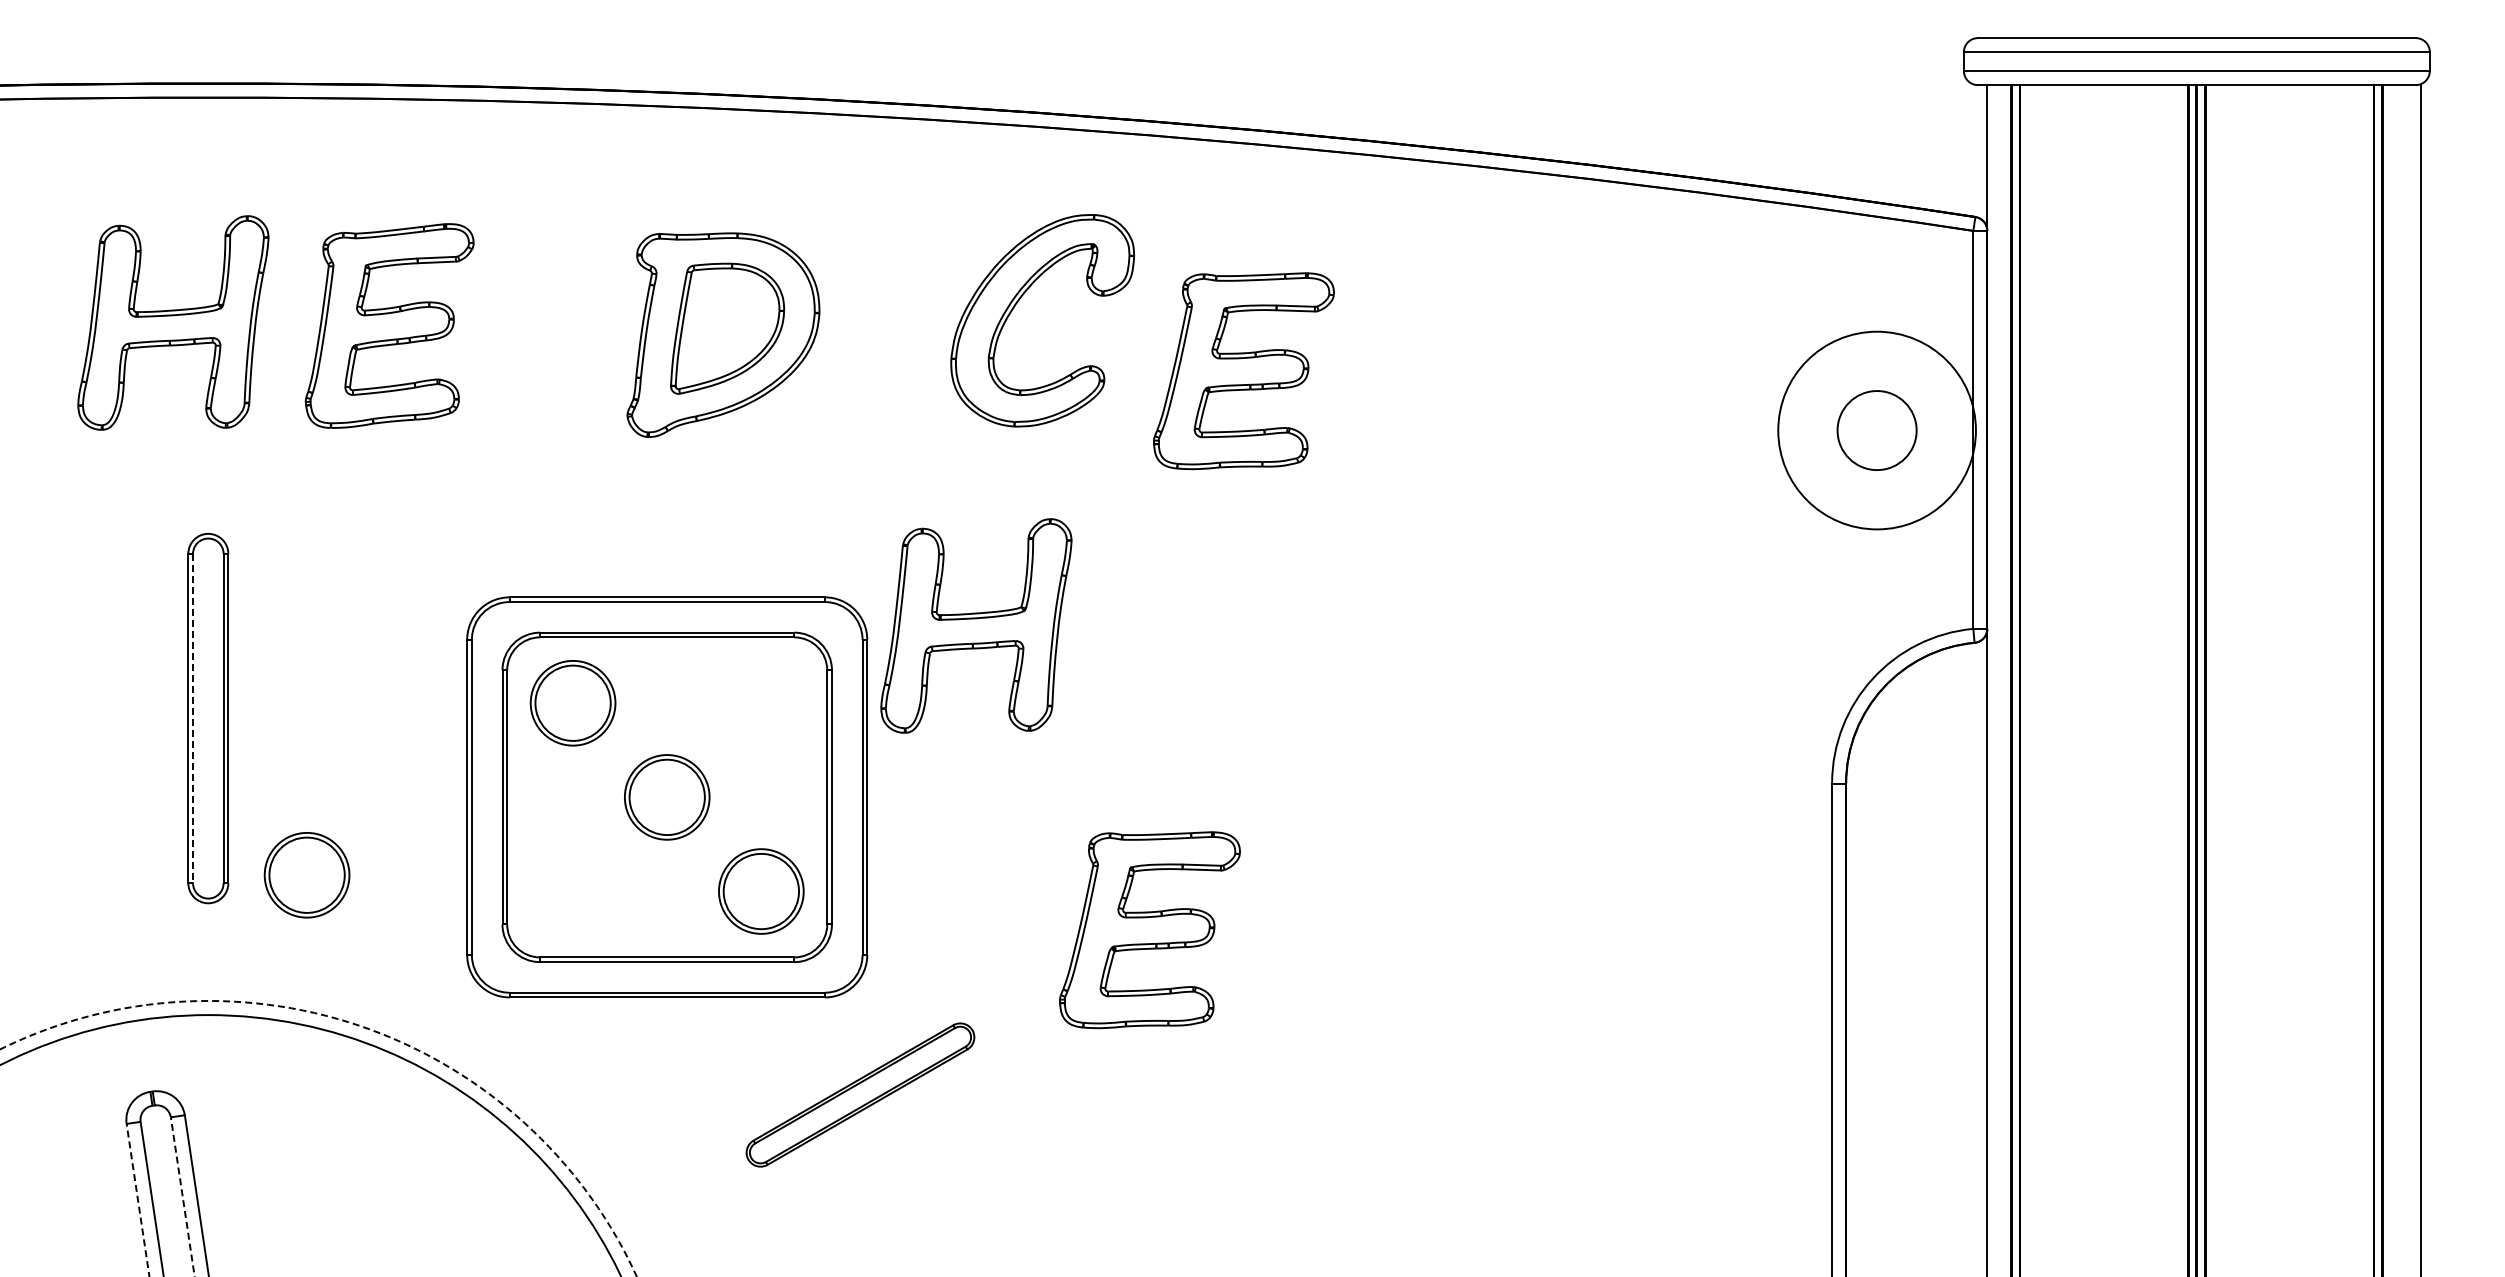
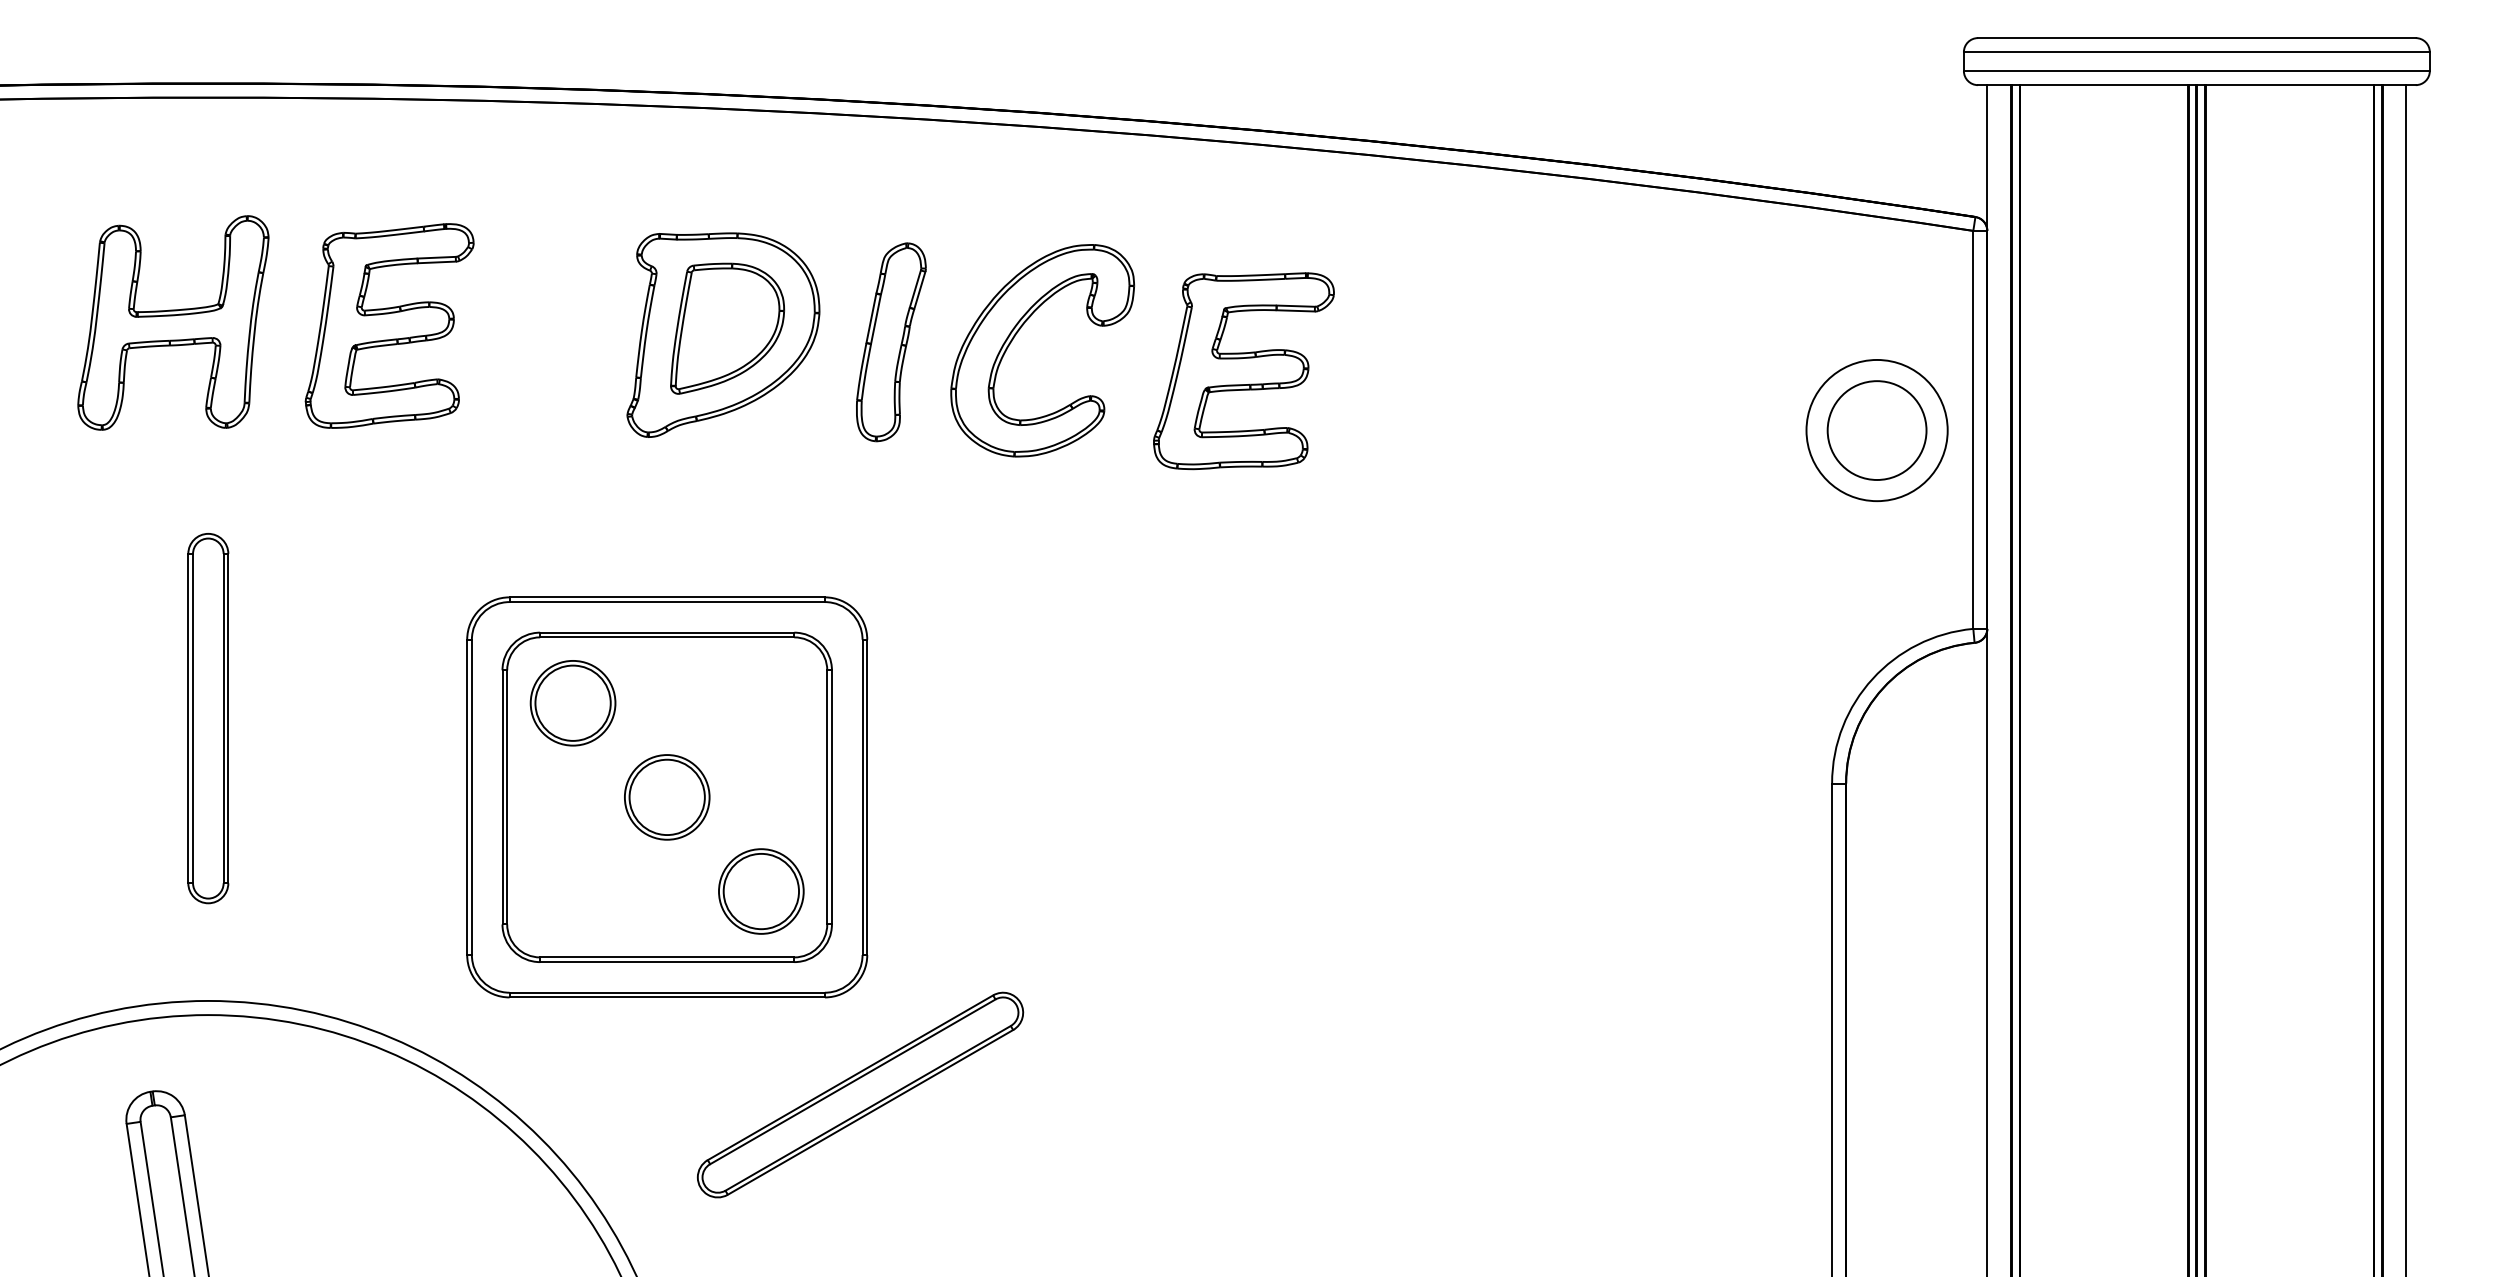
part at (1018, 302) position: (1018, 302) -> (1018, 332)
part at (891, 342): none -> present
circle at (1876, 430) diameter: 198 px -> 141 px
circle at (1876, 430) diameter: 79 px -> 99 px
part at (976, 625): present -> none
line at (2421, 679) position: (2421, 679) -> (2406, 679)
line at (193, 718): dashed -> solid
part at (306, 875): present -> none
part at (1149, 930): present -> none
part at (860, 1094) size: 231x146 px -> 329x208 px
circle at (318, 1138): dashed -> solid
line at (182, 1196): dashed -> solid
line at (138, 1200): dashed -> solid
